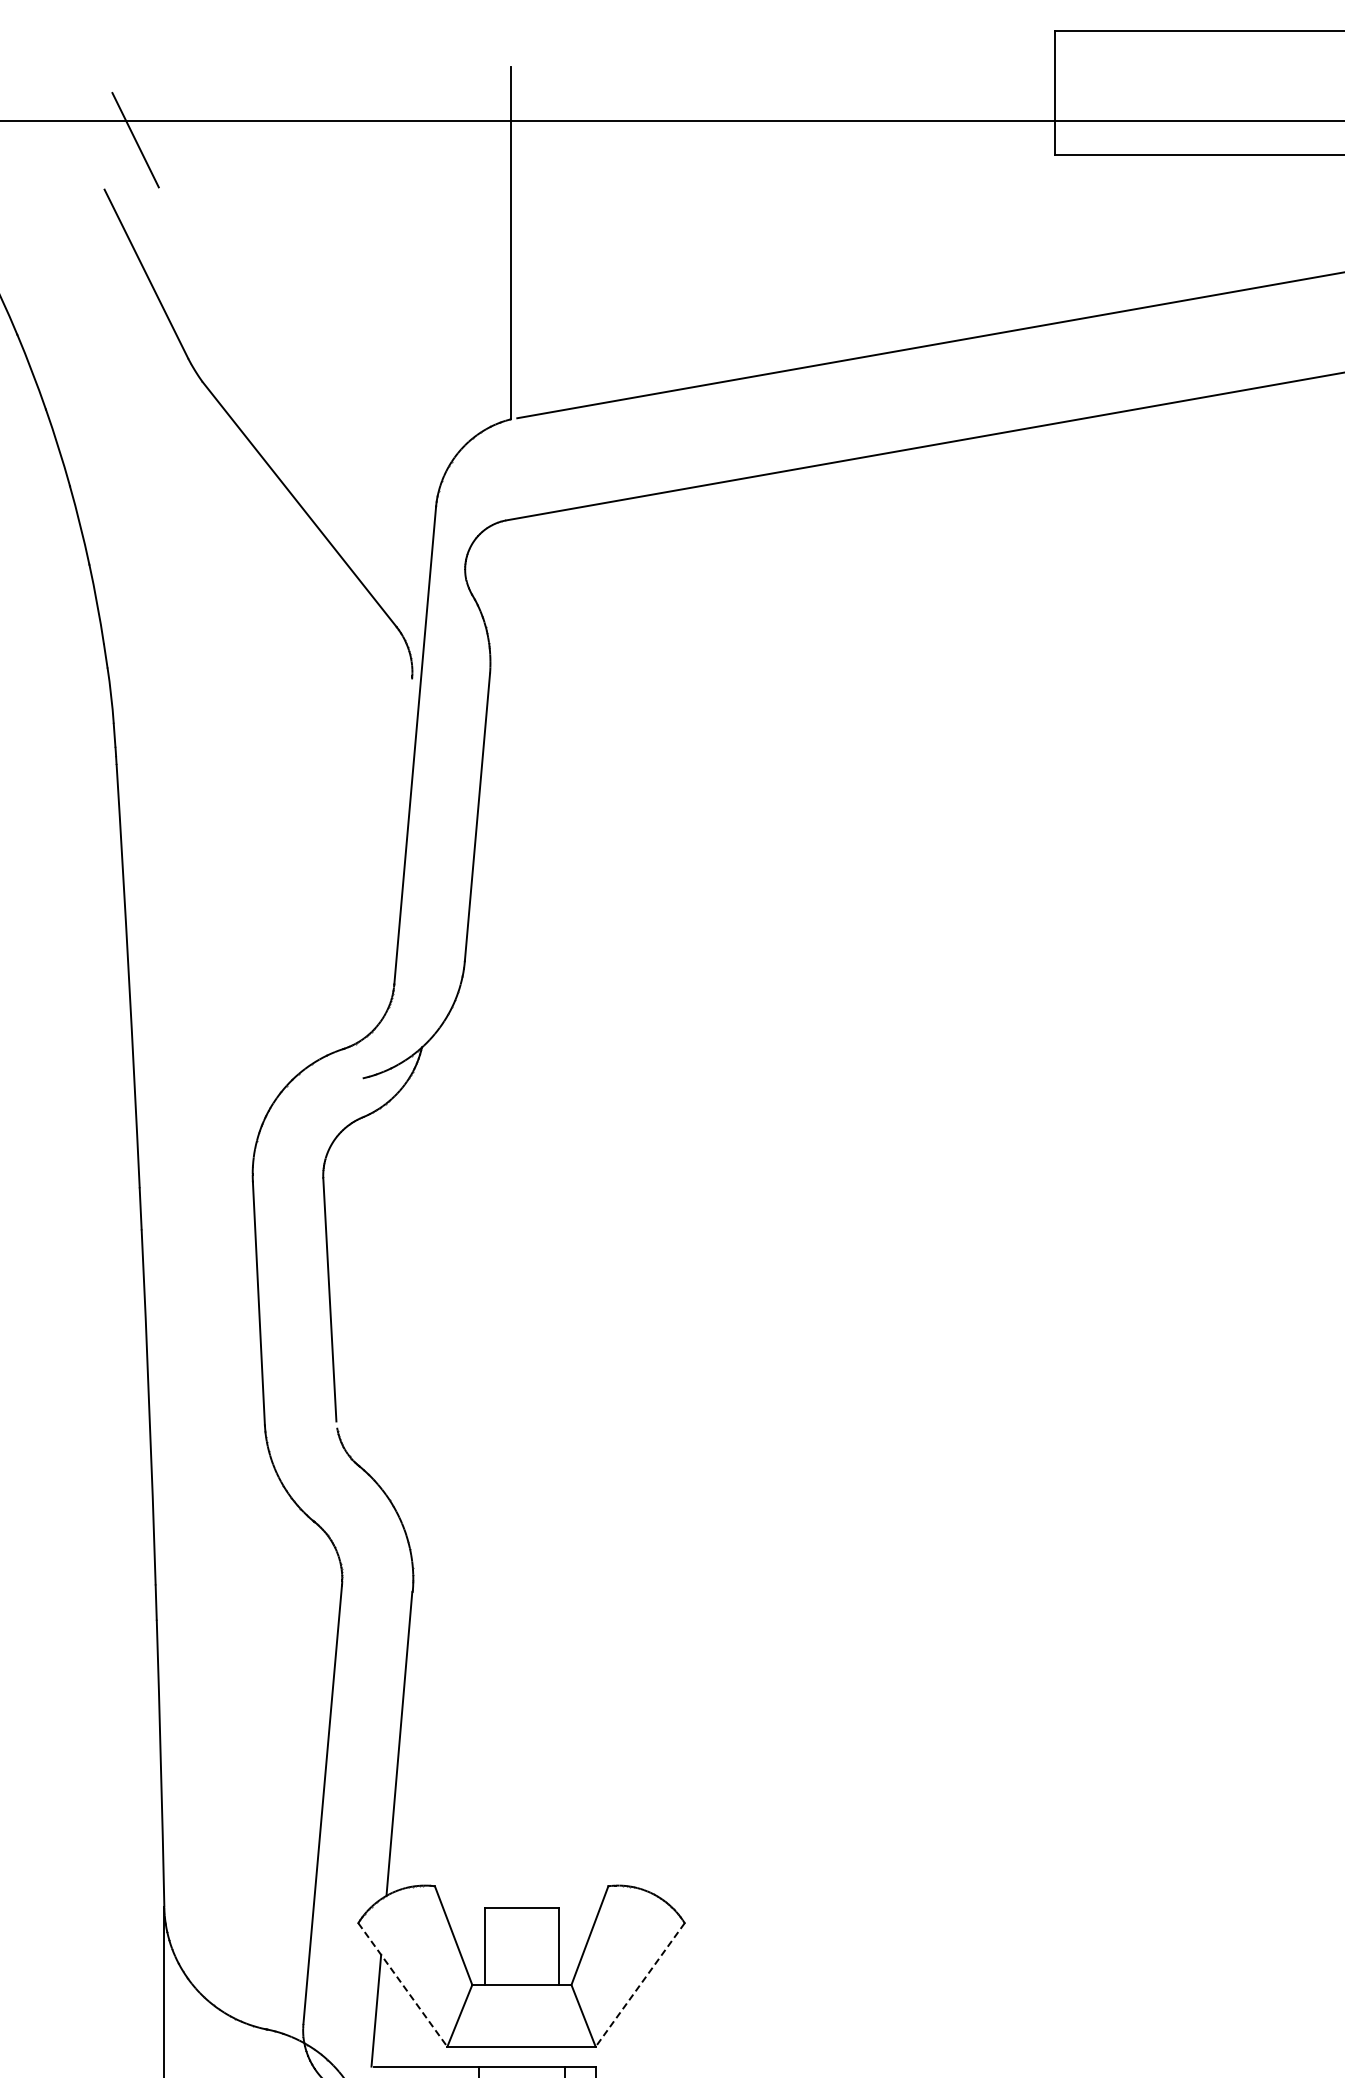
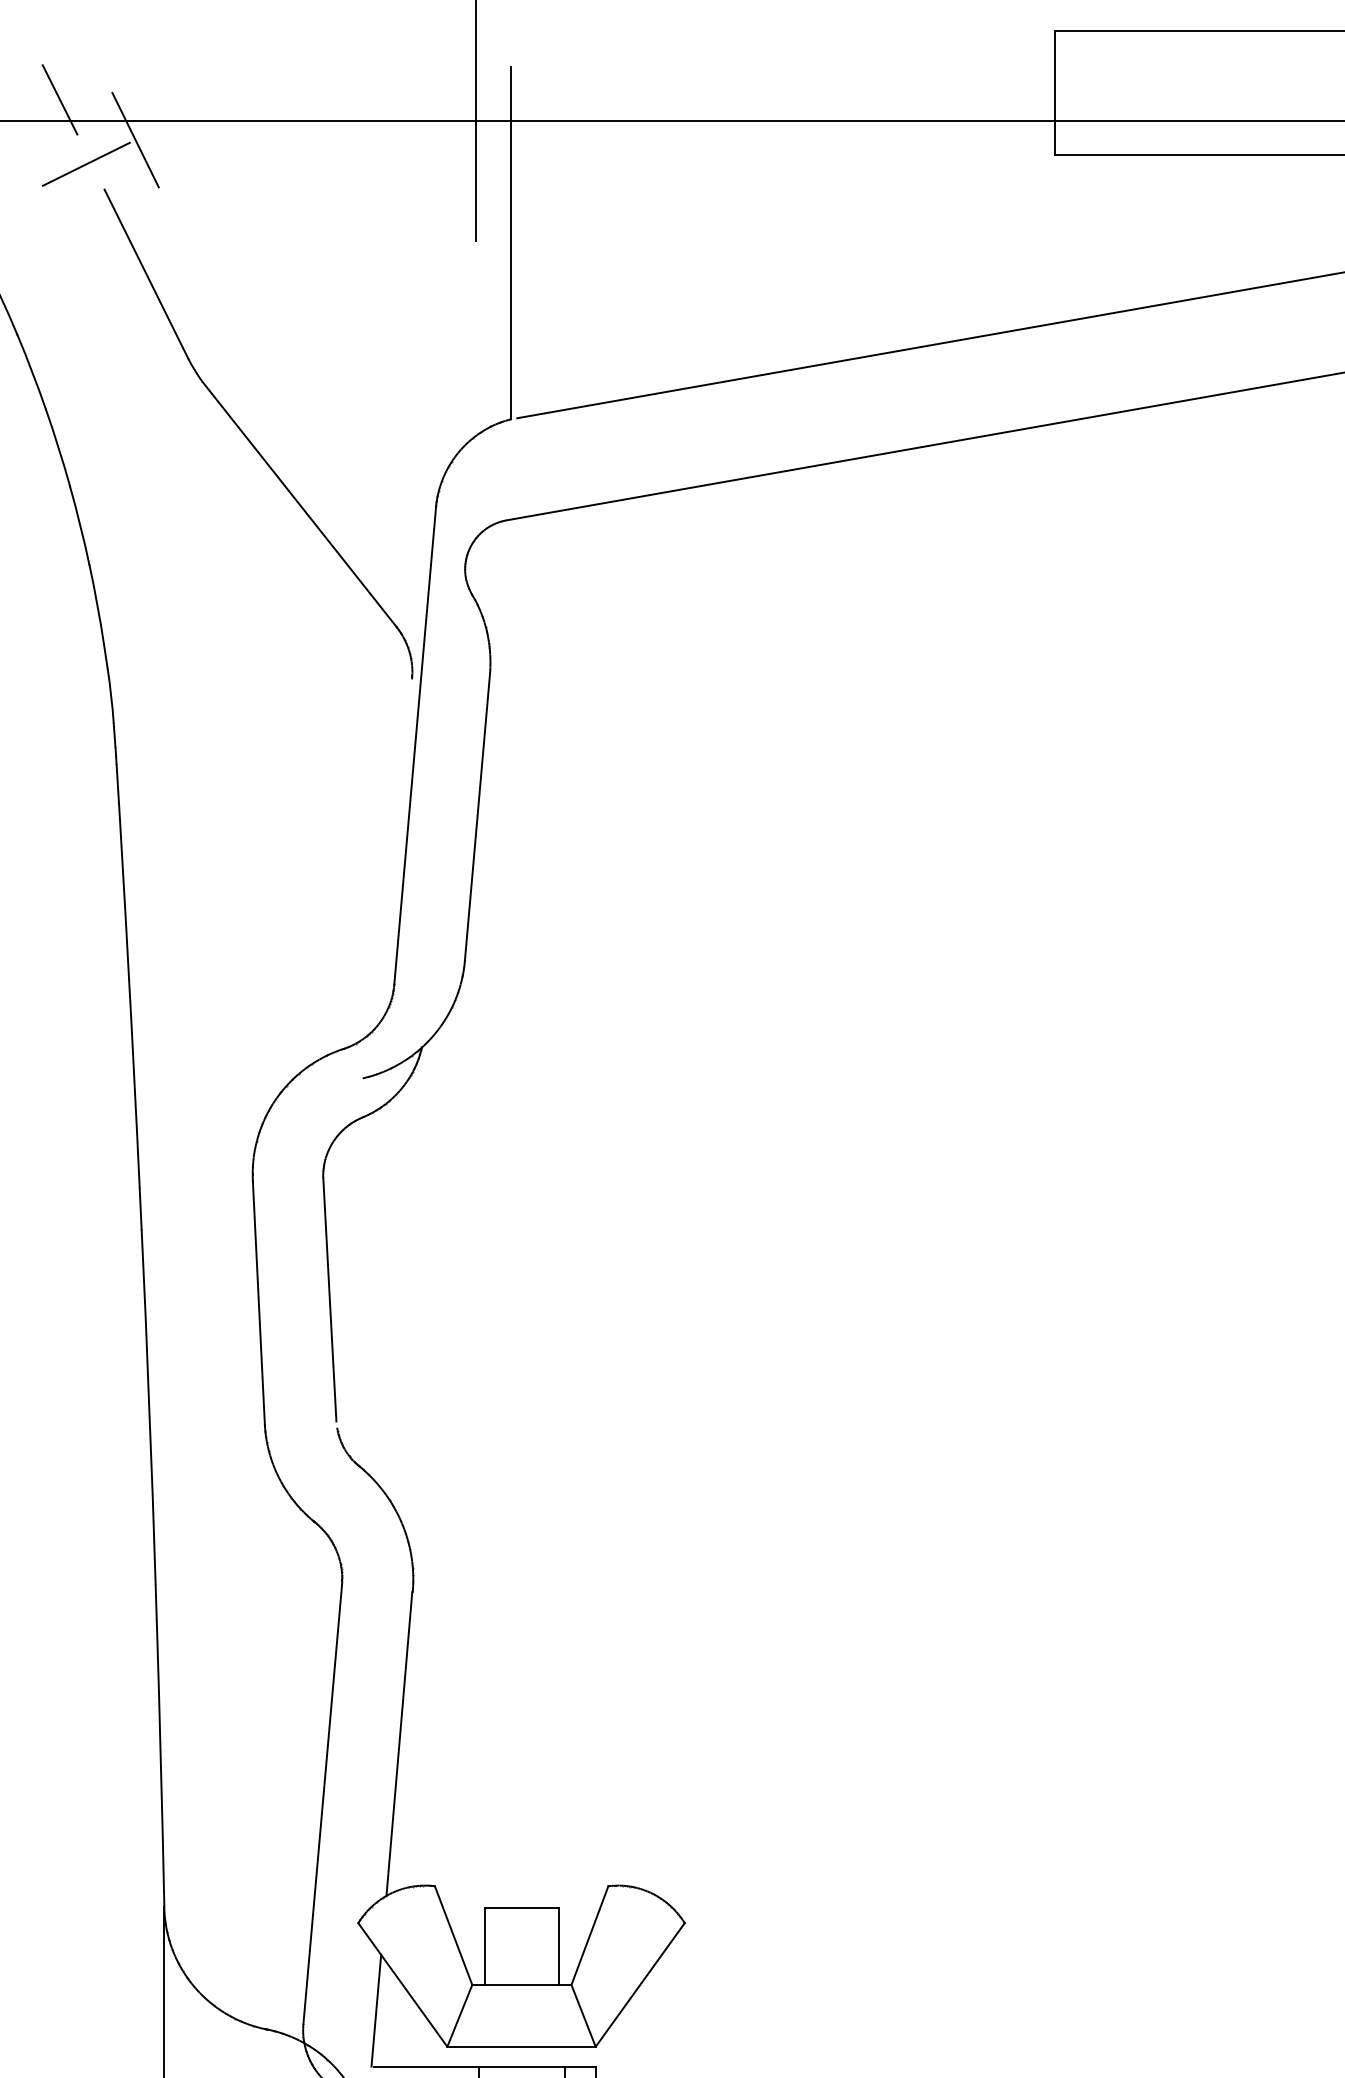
line at (59, 99): none -> present
line at (476, 121): none -> present
line at (91, 161): none -> present
line at (403, 1985): dashed -> solid
line at (639, 1985): dashed -> solid
